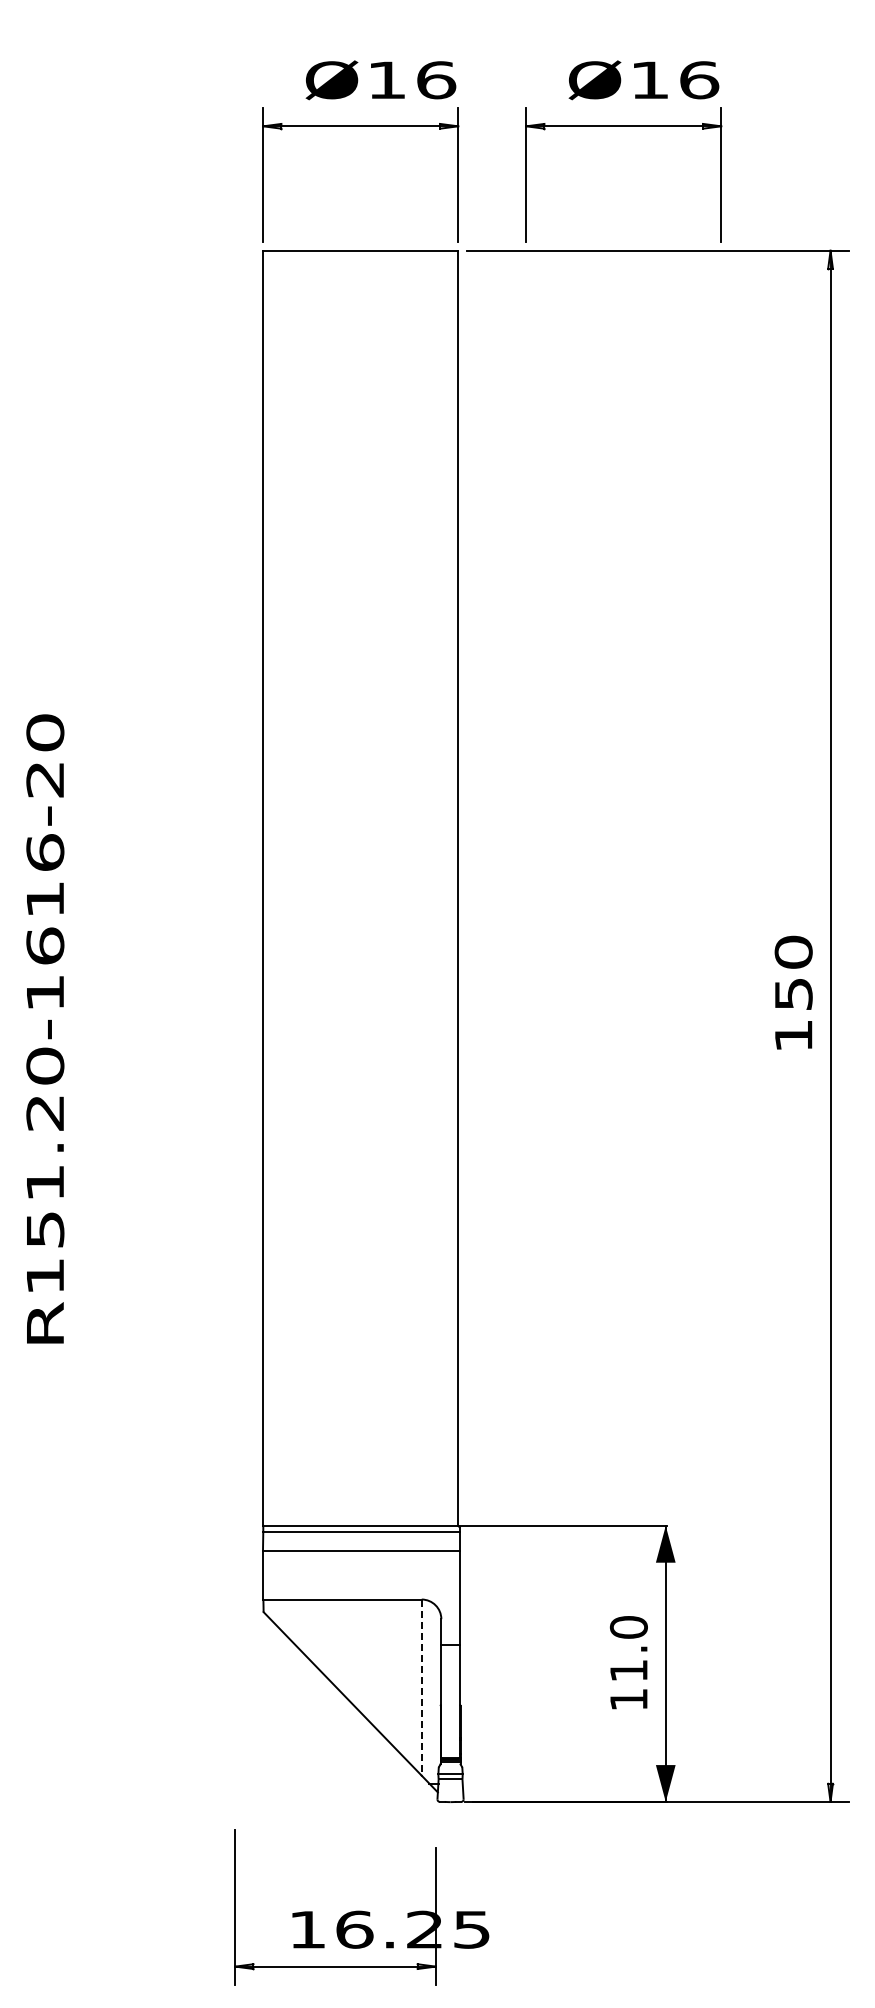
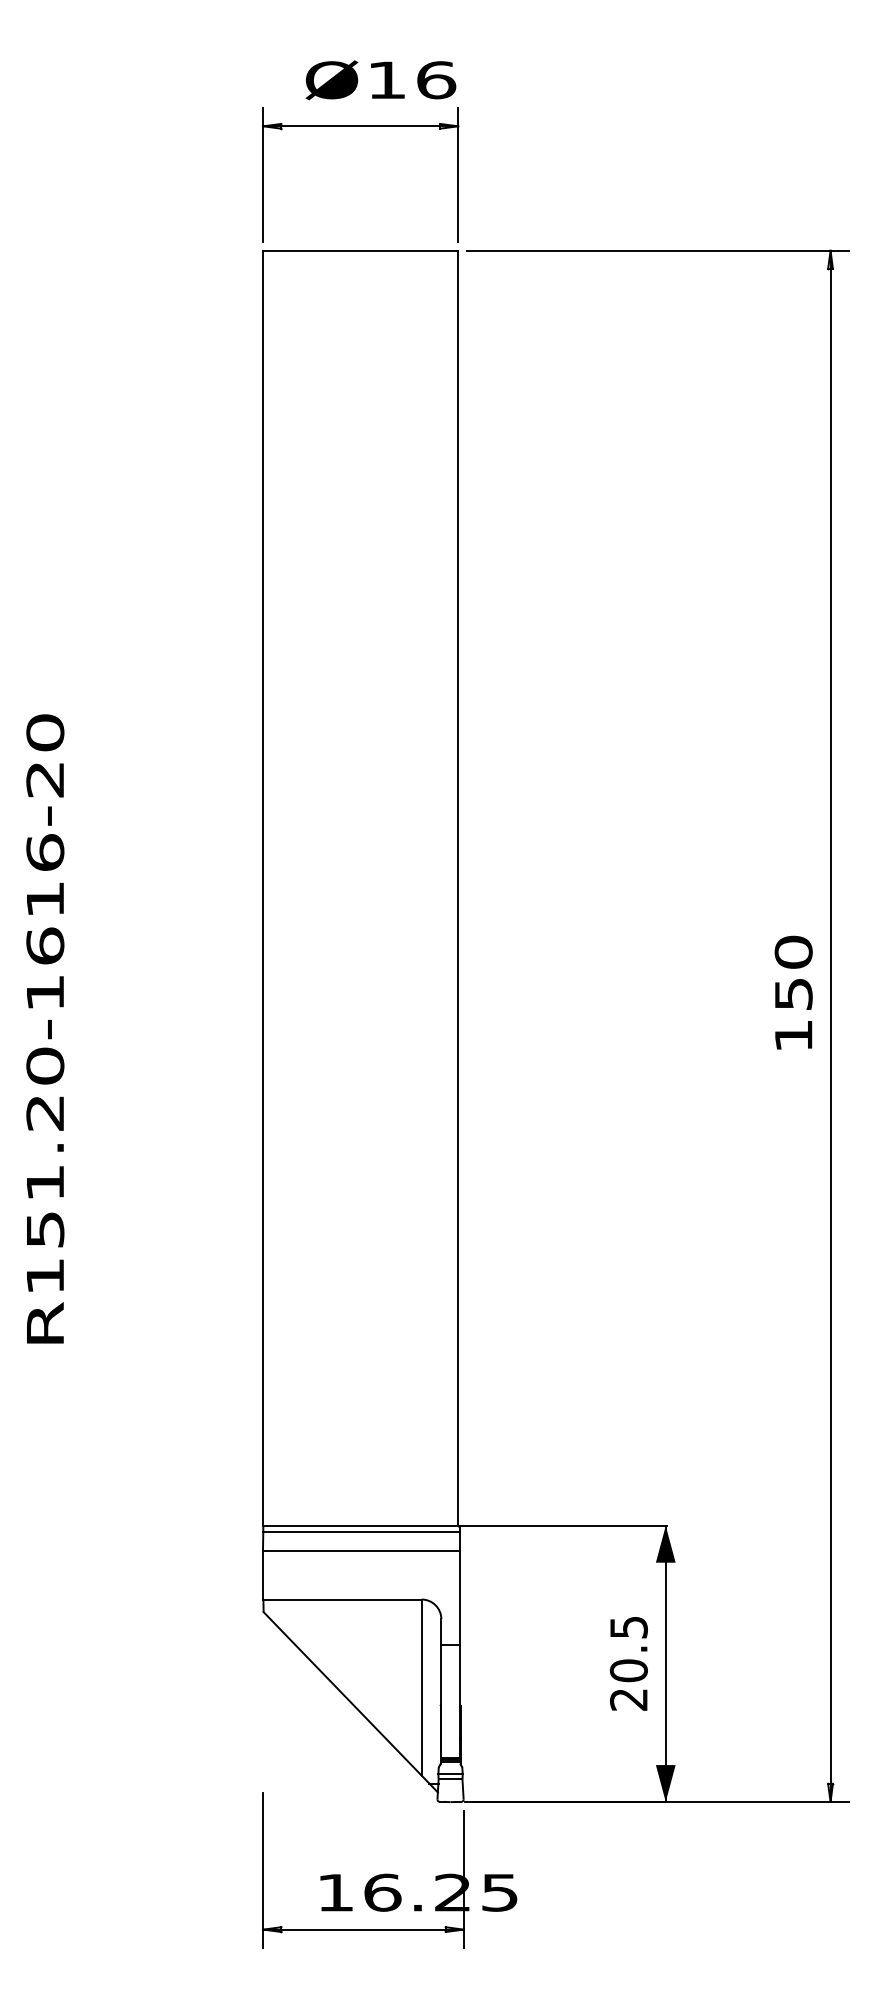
part at (623, 126): present -> none
text at (628, 1663): 11.0 -> 20.5
line at (421, 1688): dashed -> solid
part at (361, 1907) position: (361, 1907) -> (389, 1870)
